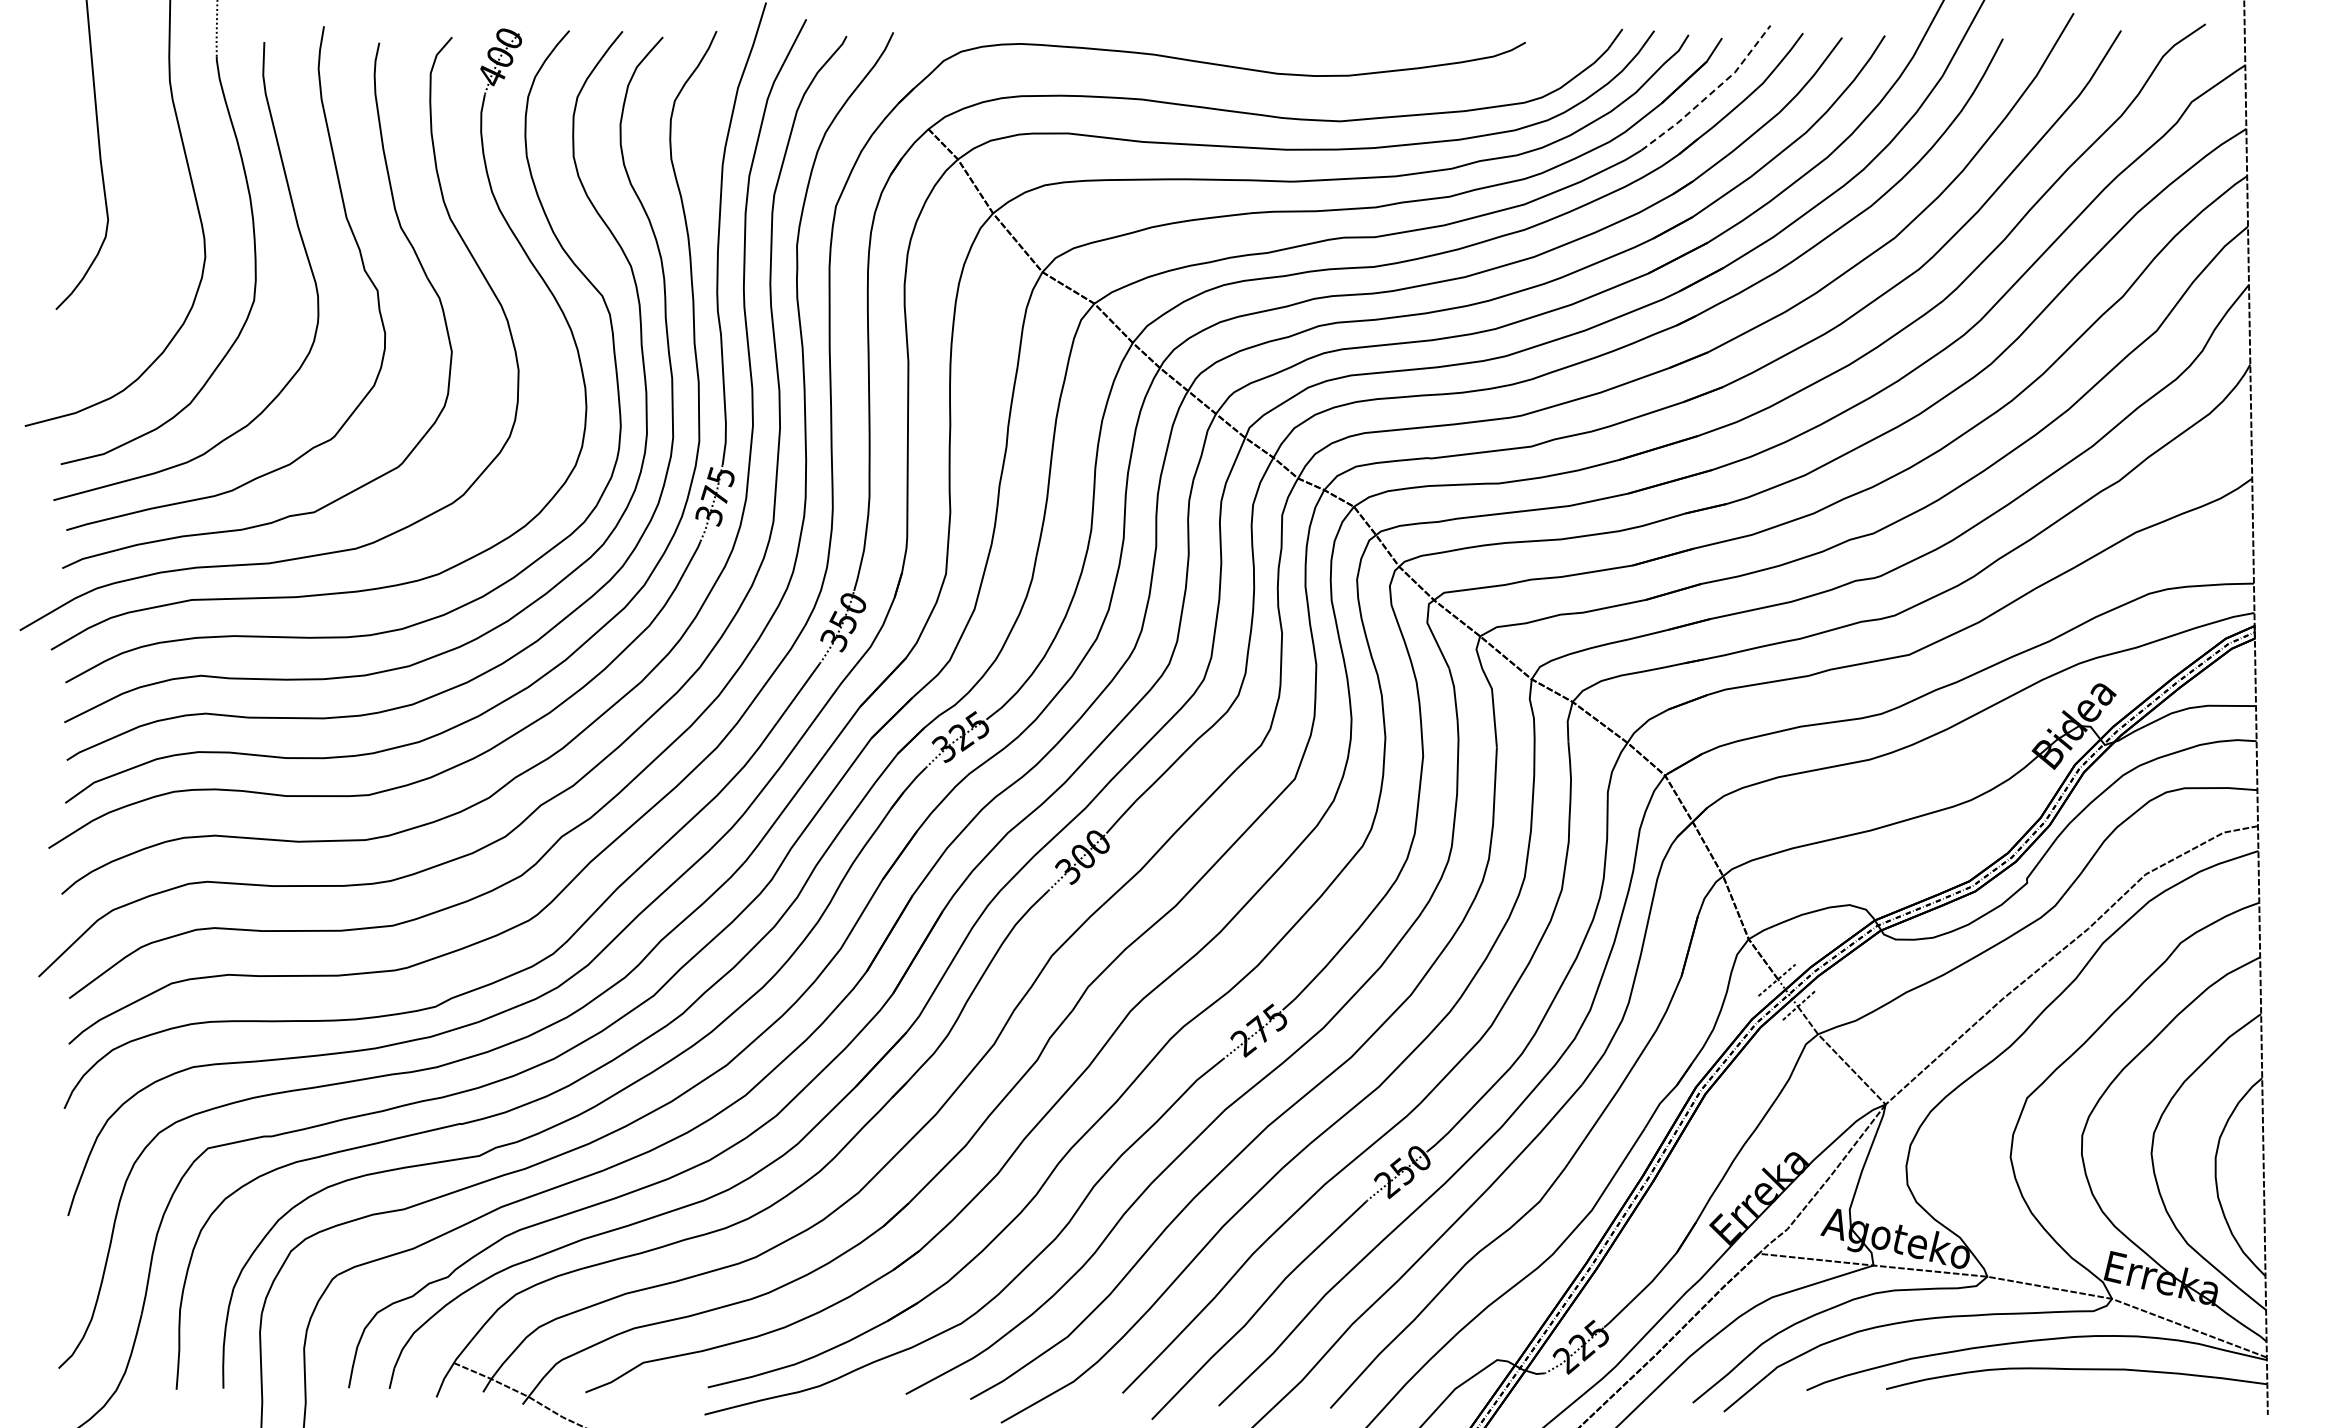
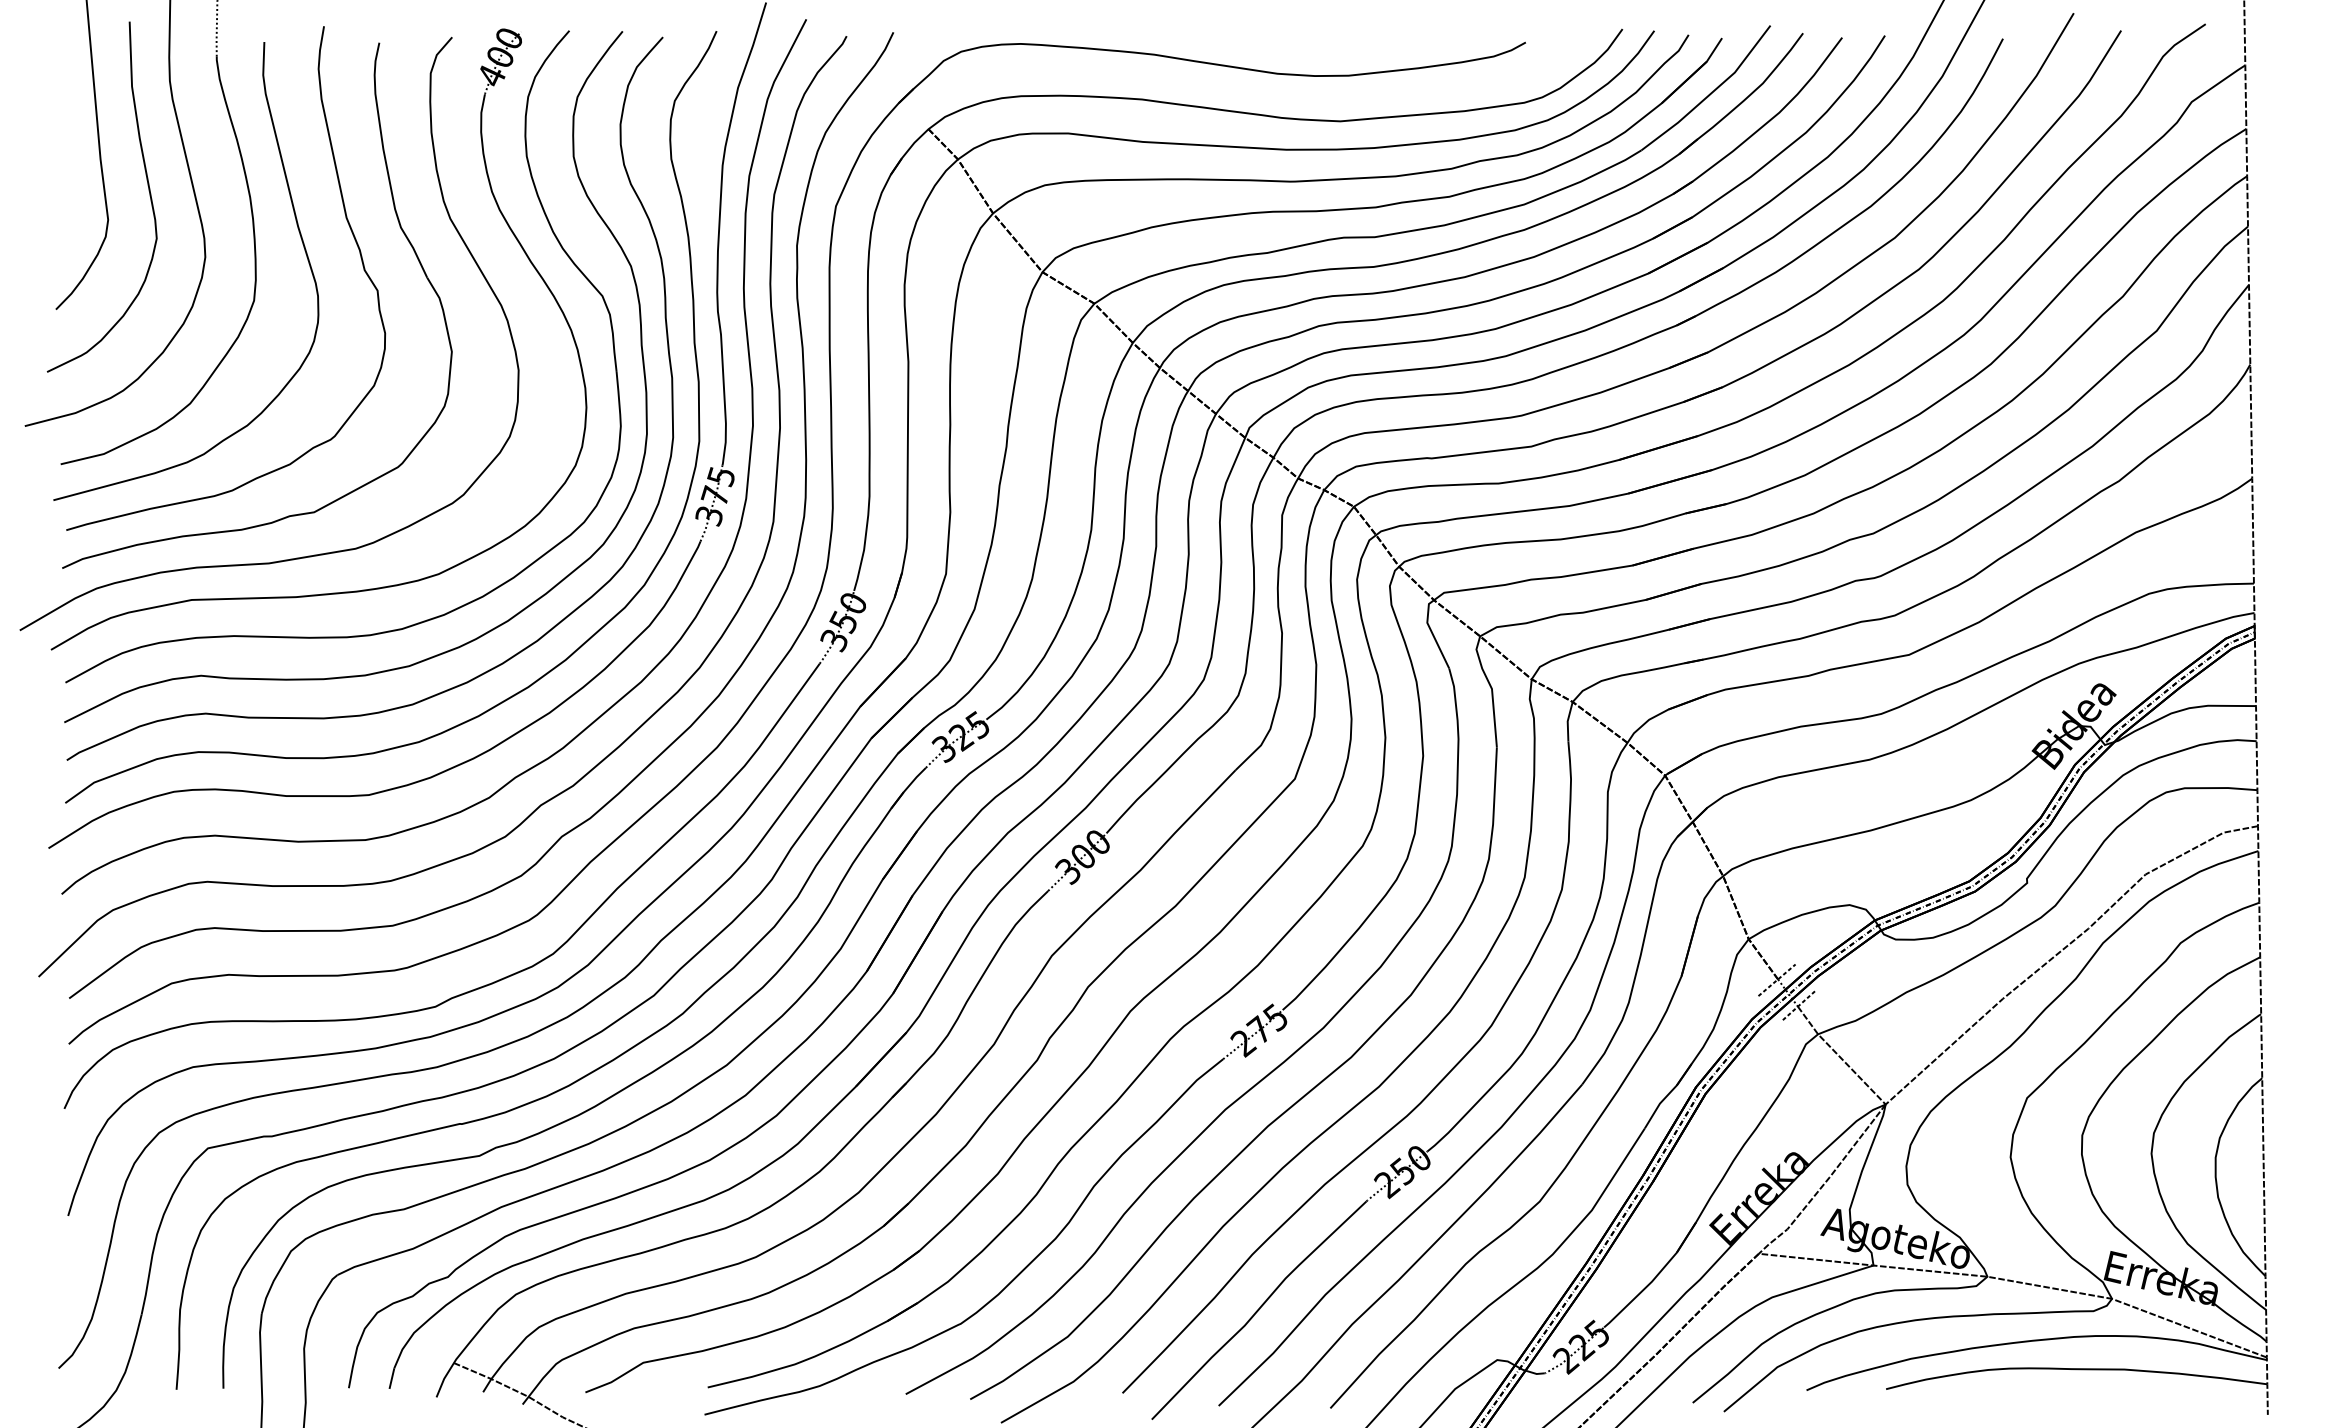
line at (1711, 93): dashed -> solid
curve at (148, 191): none -> present
